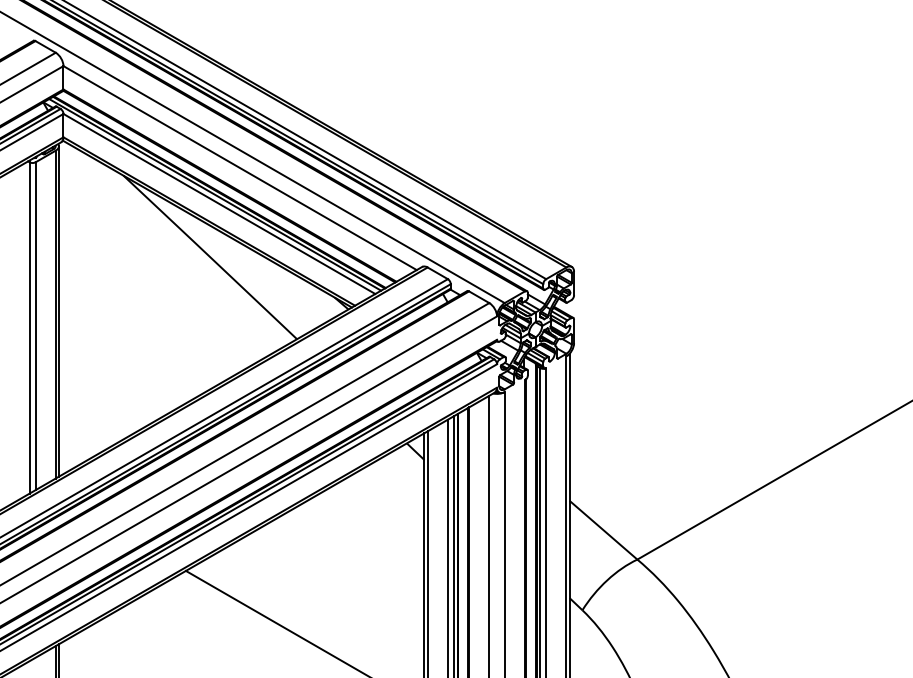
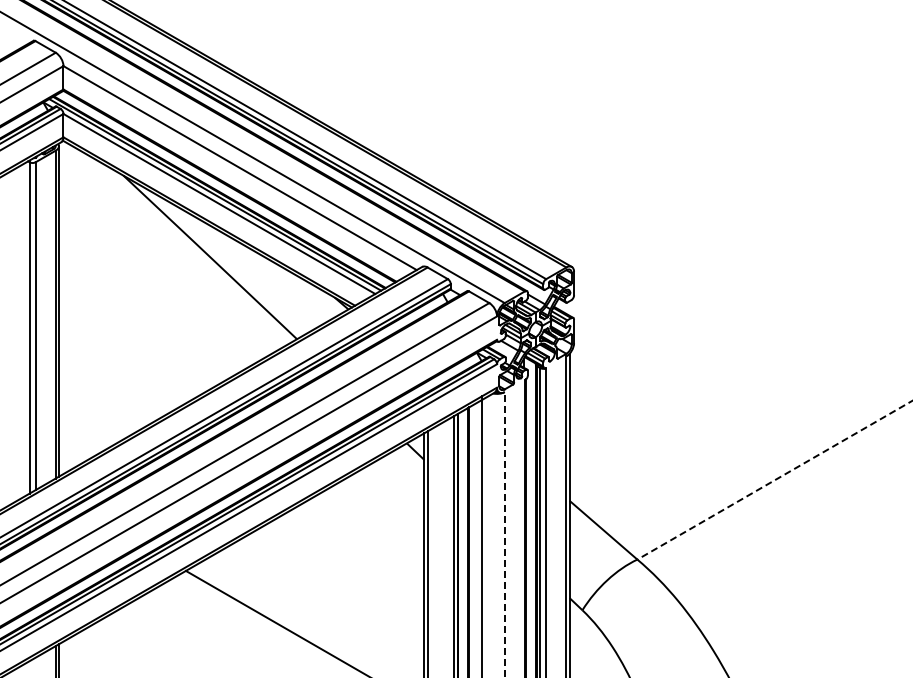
line at (775, 480): solid -> dashed
line at (489, 534) position: (489, 534) -> (482, 534)
line at (504, 534): solid -> dashed
line at (447, 546): present -> none
